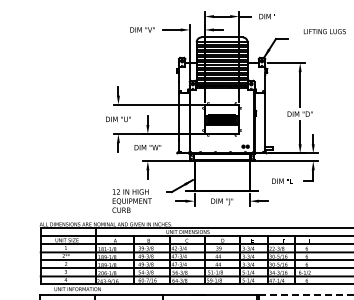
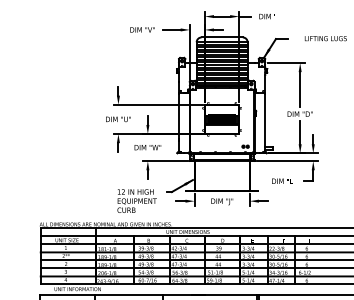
text at (324, 31) position: (324, 31) -> (325, 38)
text at (131, 200) position: (131, 200) -> (136, 200)
line at (306, 294): dashed -> solid
